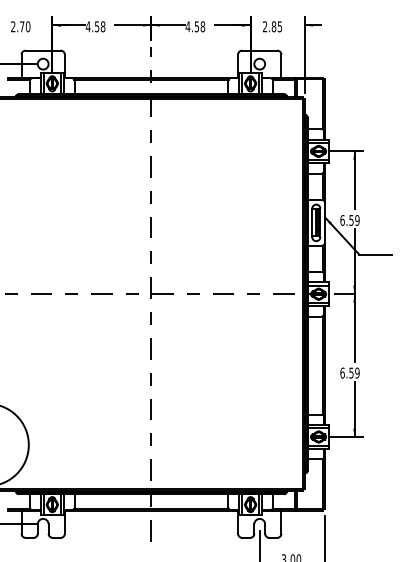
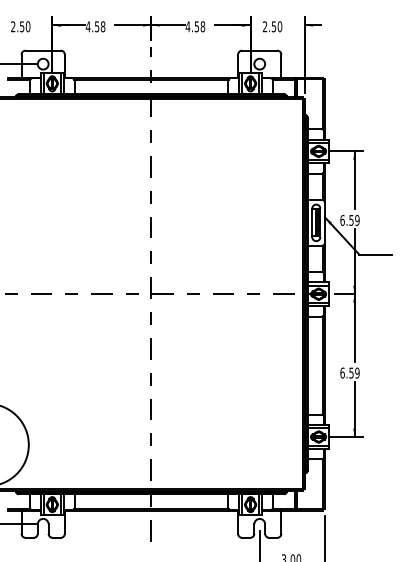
text at (22, 26): 2.70 -> 2.50
text at (276, 26): 2.85 -> 2.50
